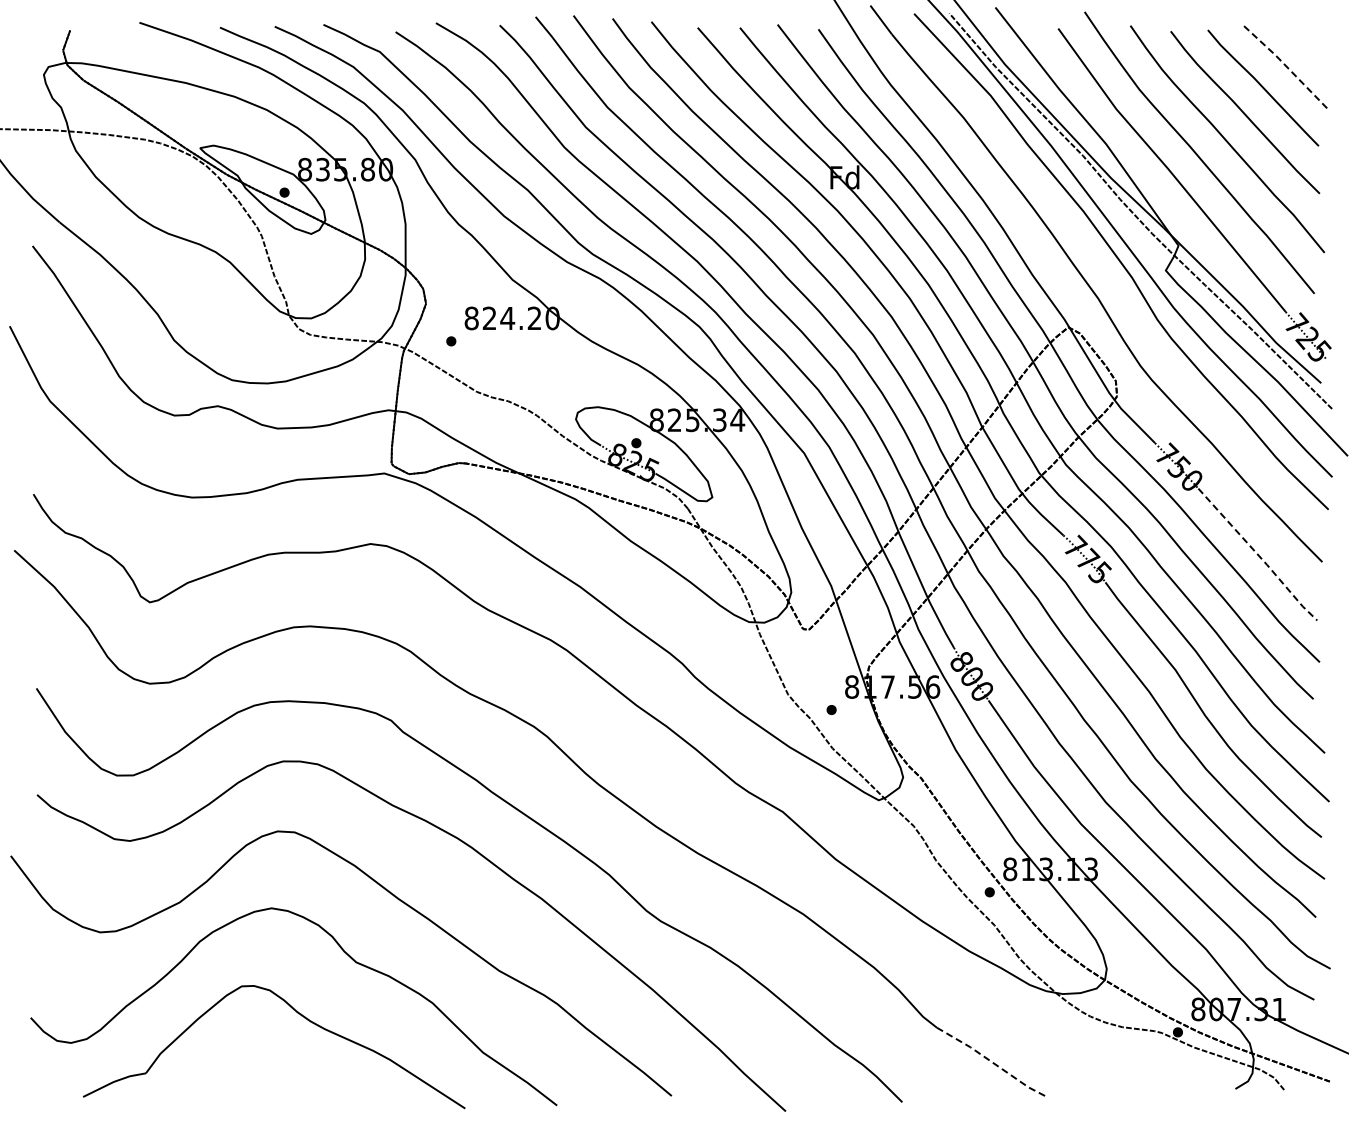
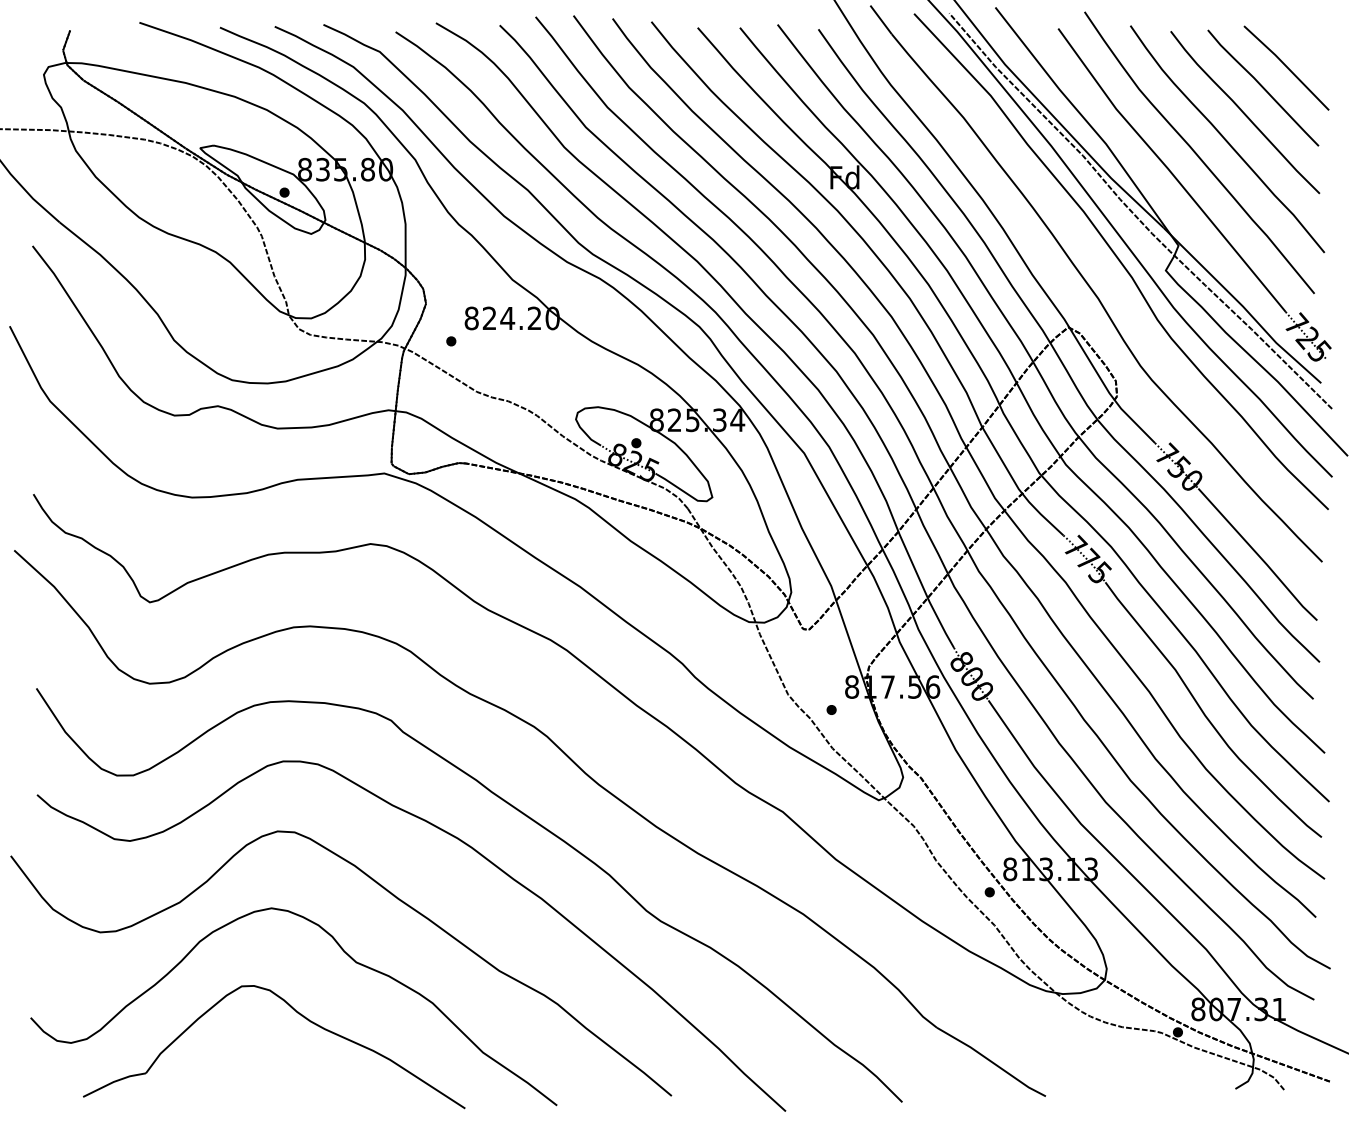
line at (1287, 67): dashed -> solid
line at (1259, 555): dashed -> solid
line at (991, 1062): dashed -> solid
